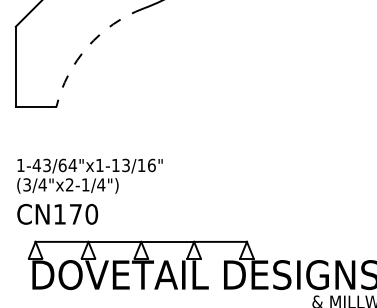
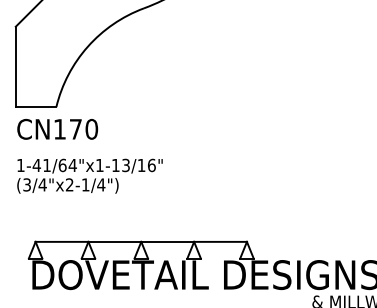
arc at (87, 46): dashed -> solid
text at (46, 165): 1-43/64"x1-13/16" -> 1-41/64"x1-13/16"
text at (57, 213) position: (57, 213) -> (57, 128)
